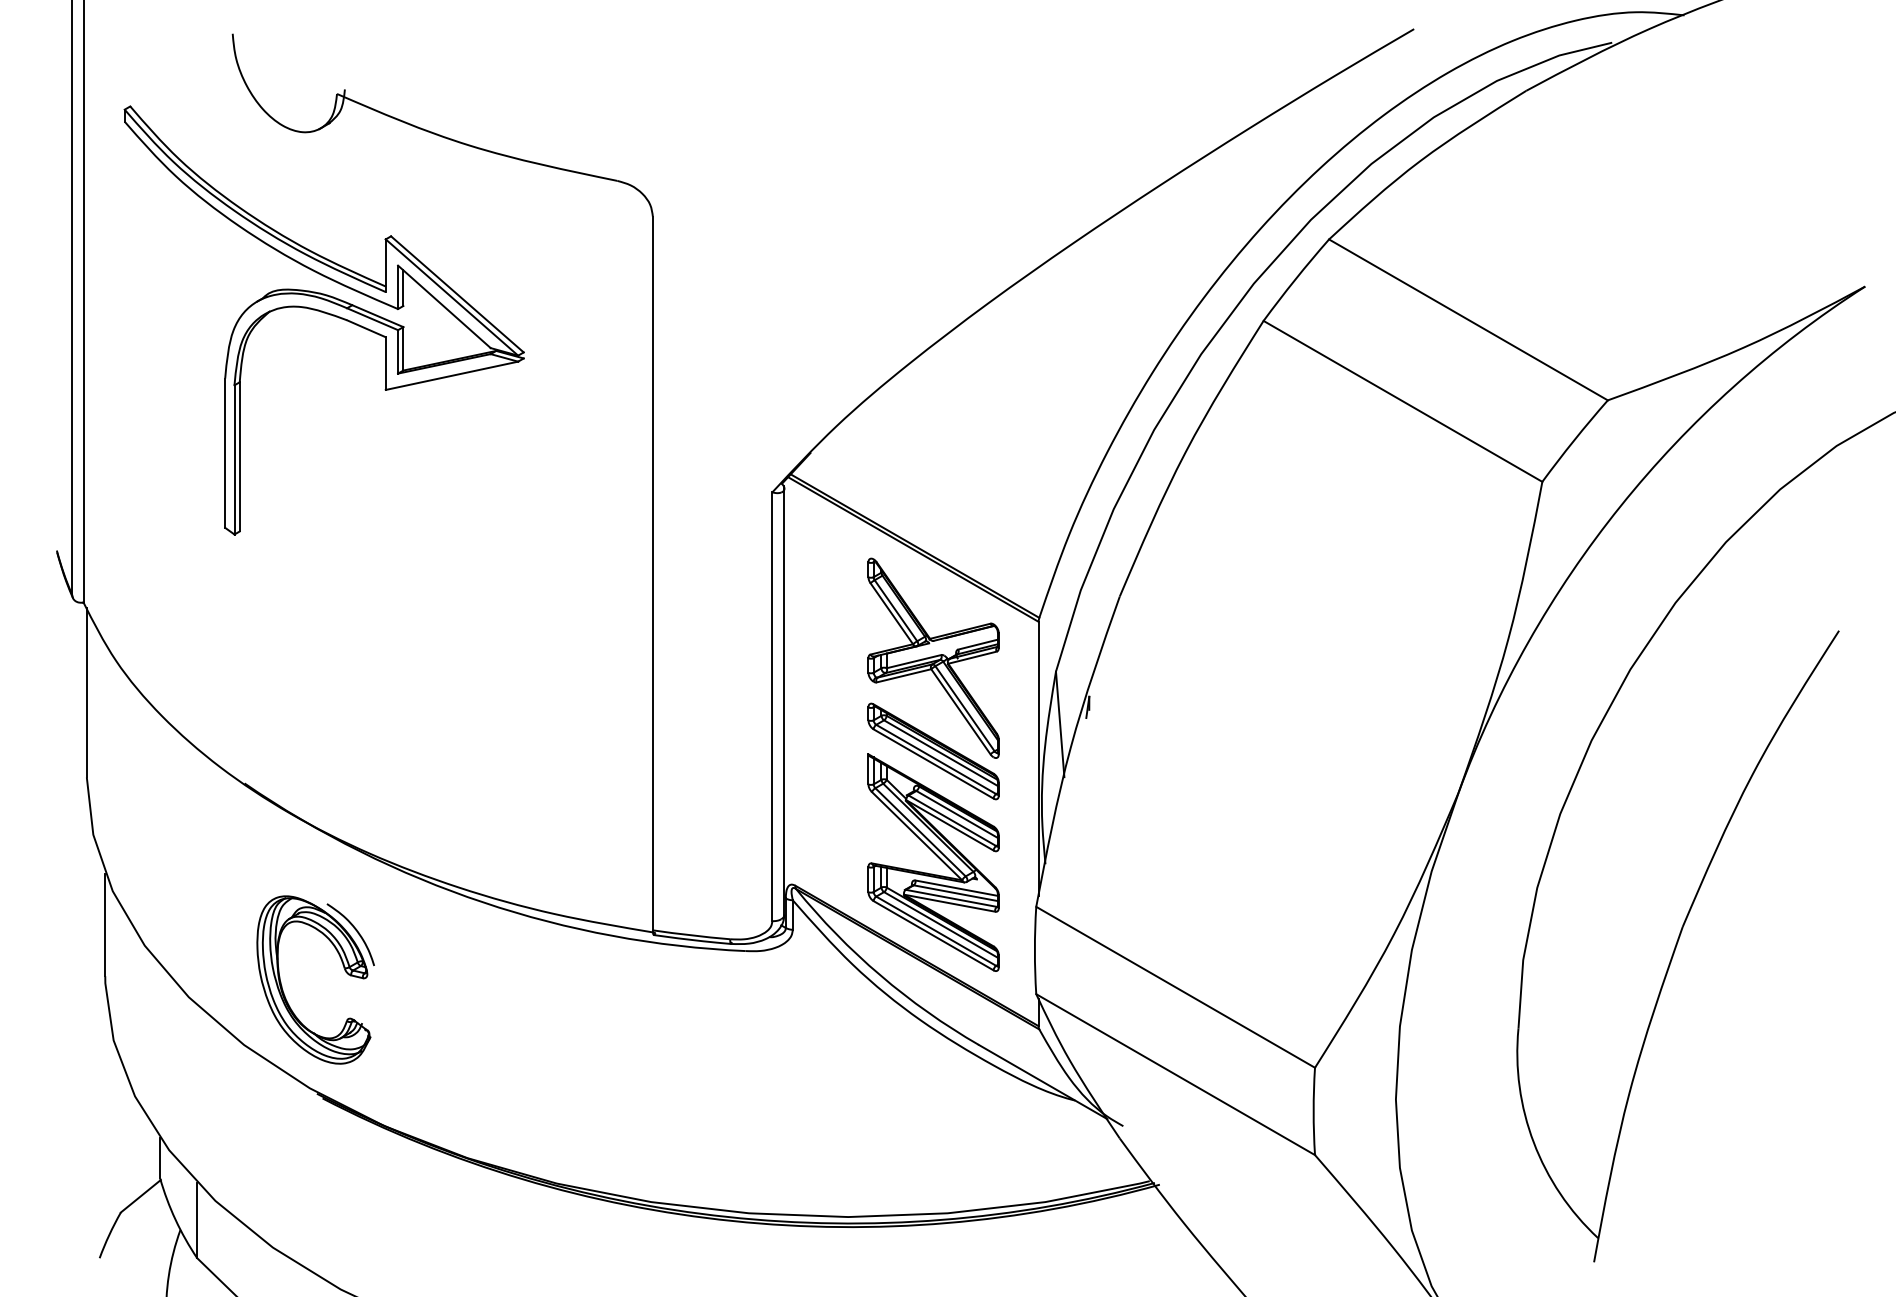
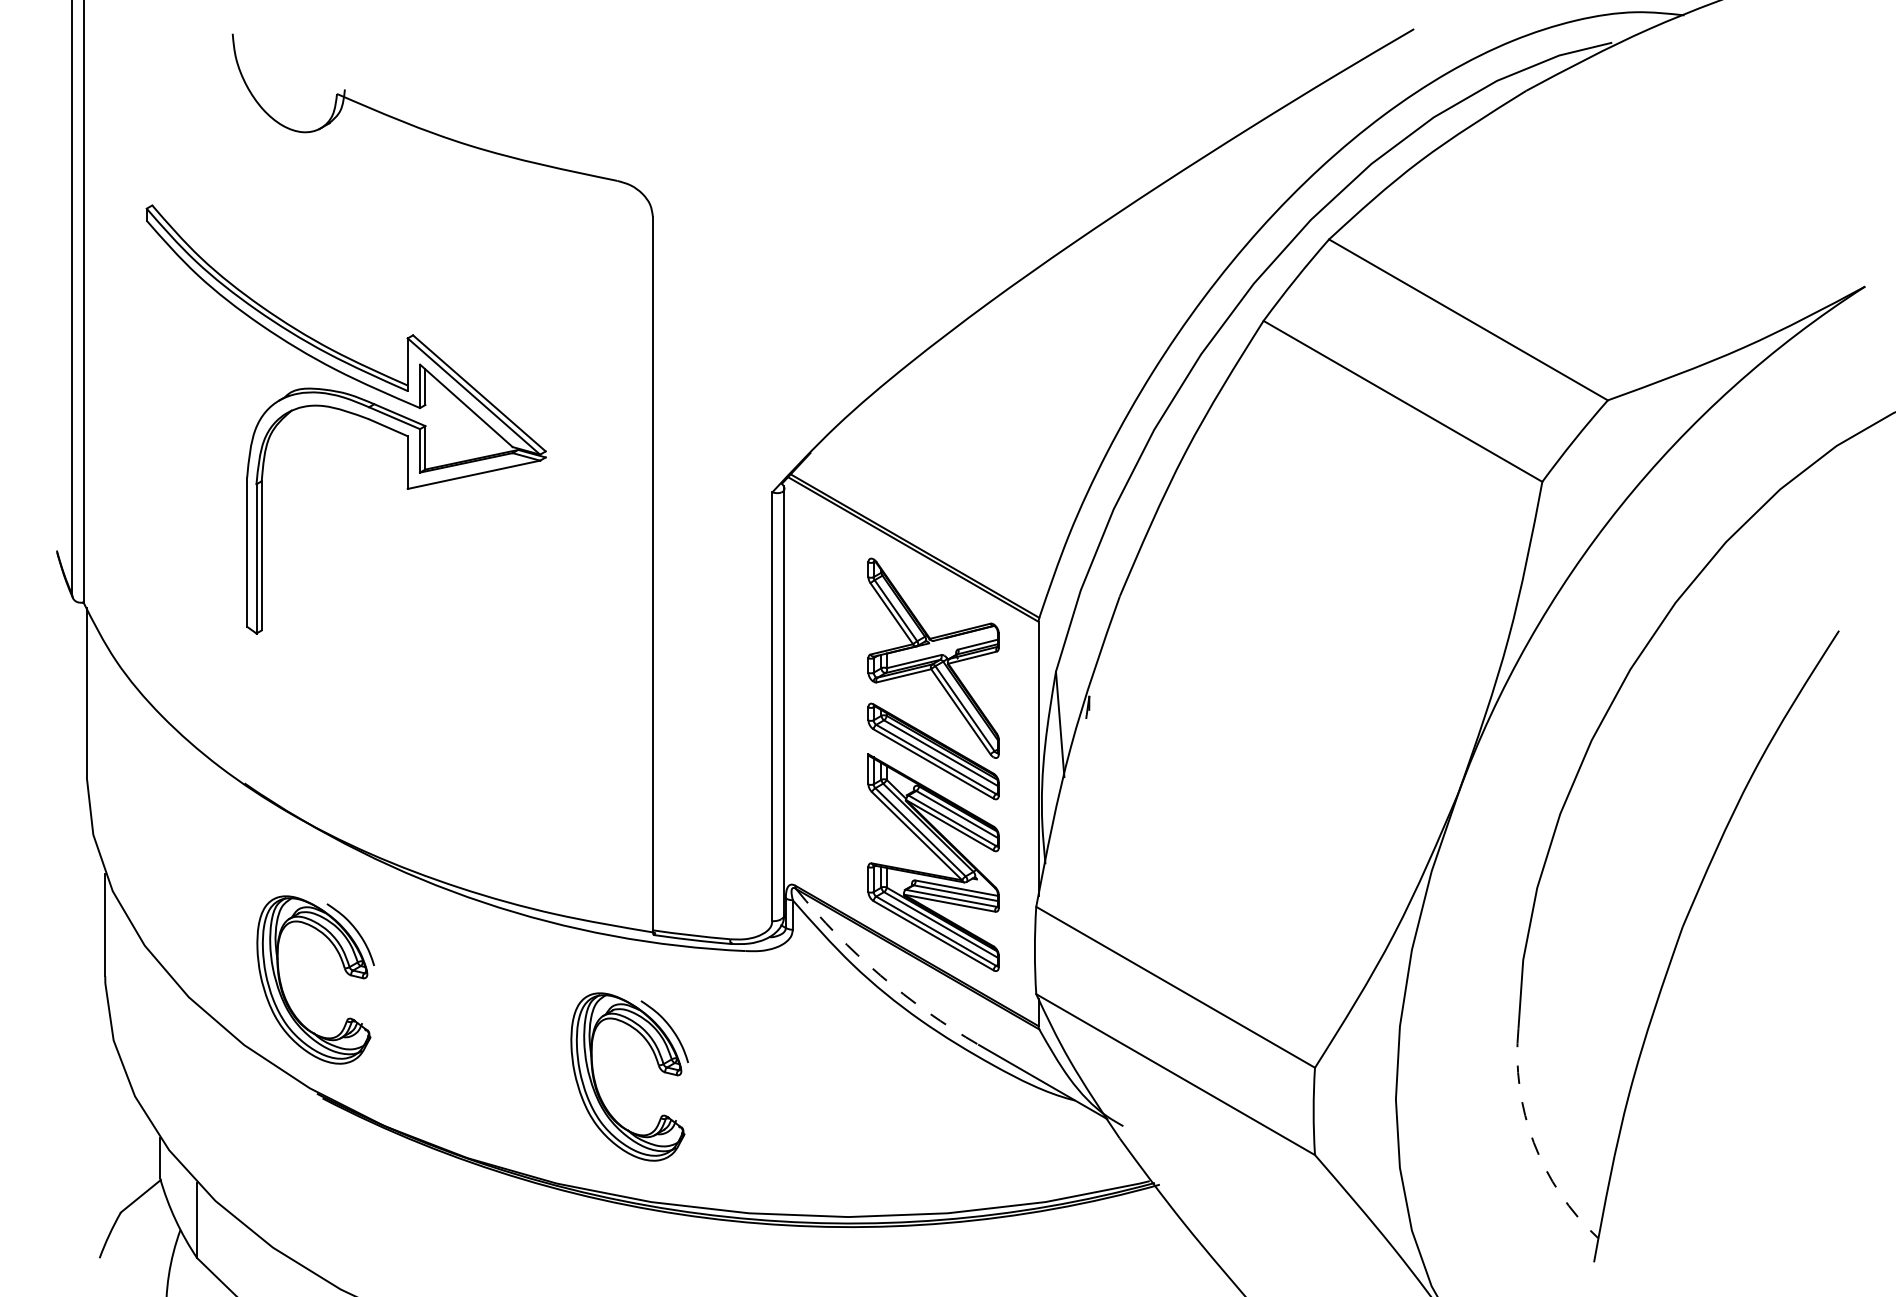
part at (326, 314) position: (326, 314) -> (348, 413)
arc at (880, 975): solid -> dashed
part at (657, 1065): none -> present
arc at (1533, 1142): solid -> dashed
